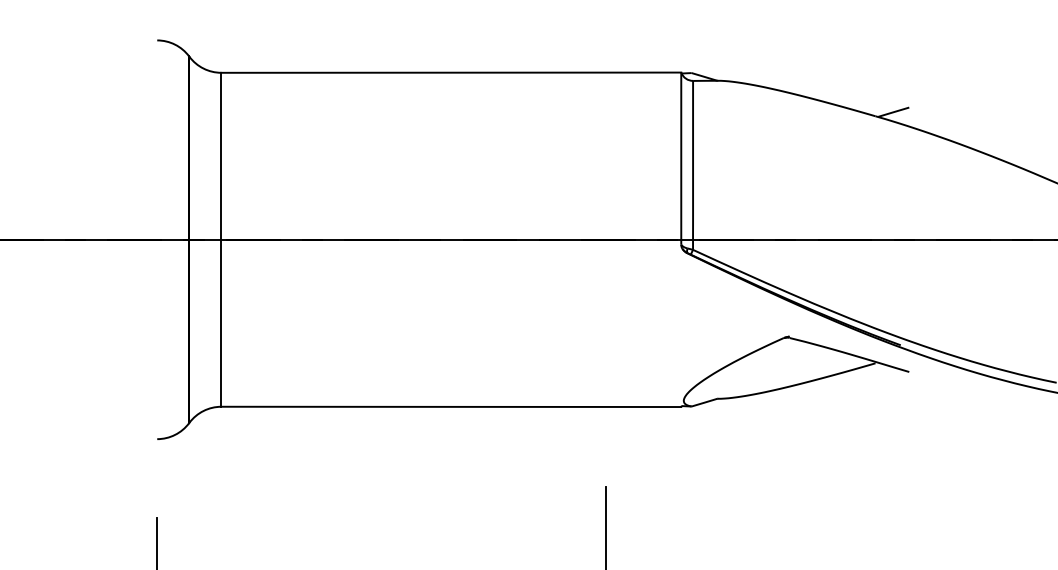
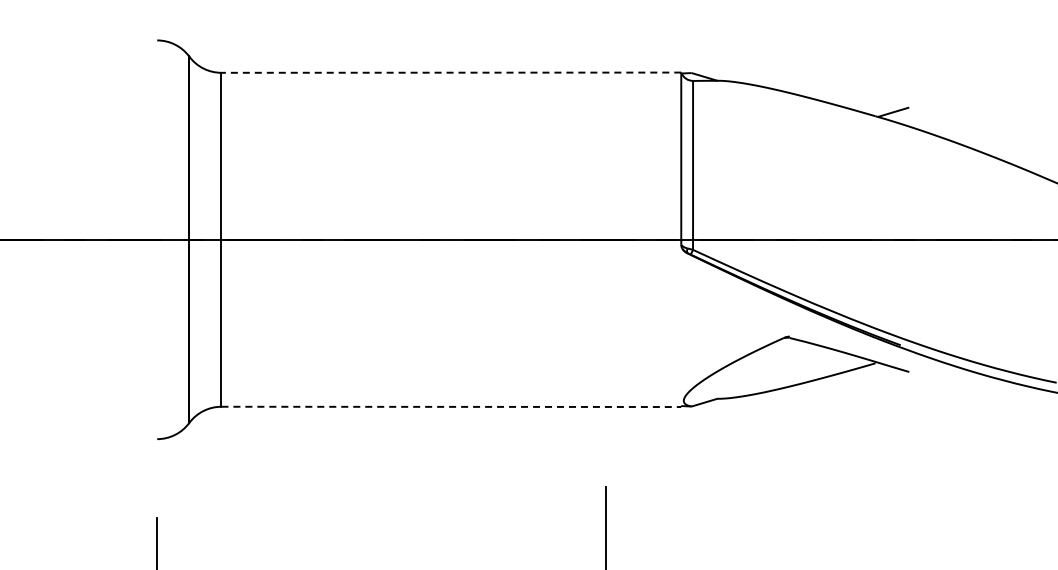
line at (451, 72): solid -> dashed
line at (451, 406): solid -> dashed
